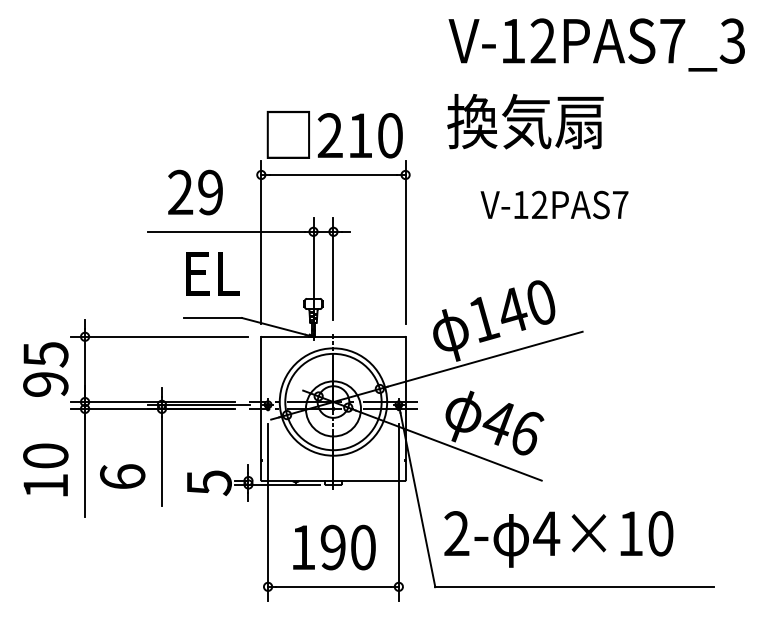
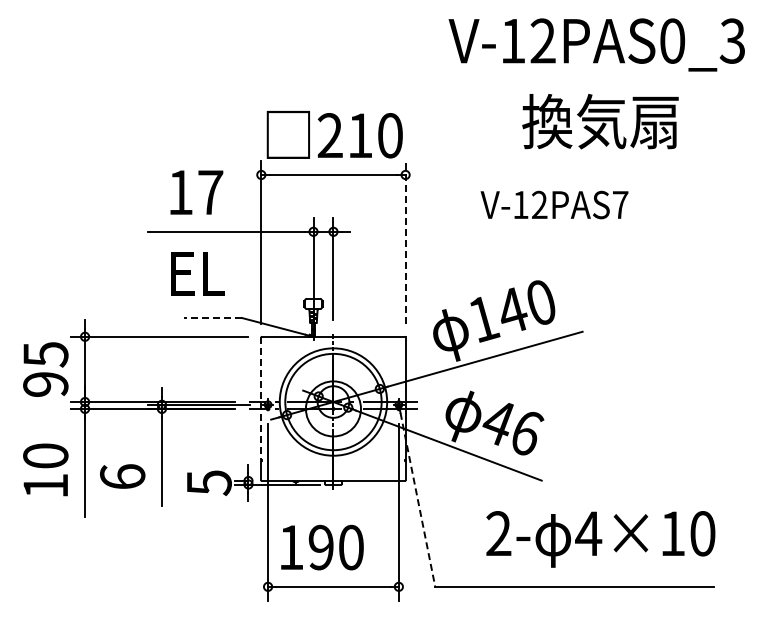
text at (672, 40): V-12PAS7_3 -> V-12PAS0_3
text at (525, 121) position: (525, 121) -> (600, 121)
text at (195, 192): 29 -> 17
line at (405, 241): solid -> dashed
text at (212, 273) position: (212, 273) -> (197, 273)
line at (212, 318): solid -> dashed
line at (261, 399): solid -> dashed
line at (417, 500): solid -> dashed
text at (558, 539) position: (558, 539) -> (600, 539)
text at (334, 547) position: (334, 547) -> (322, 547)
